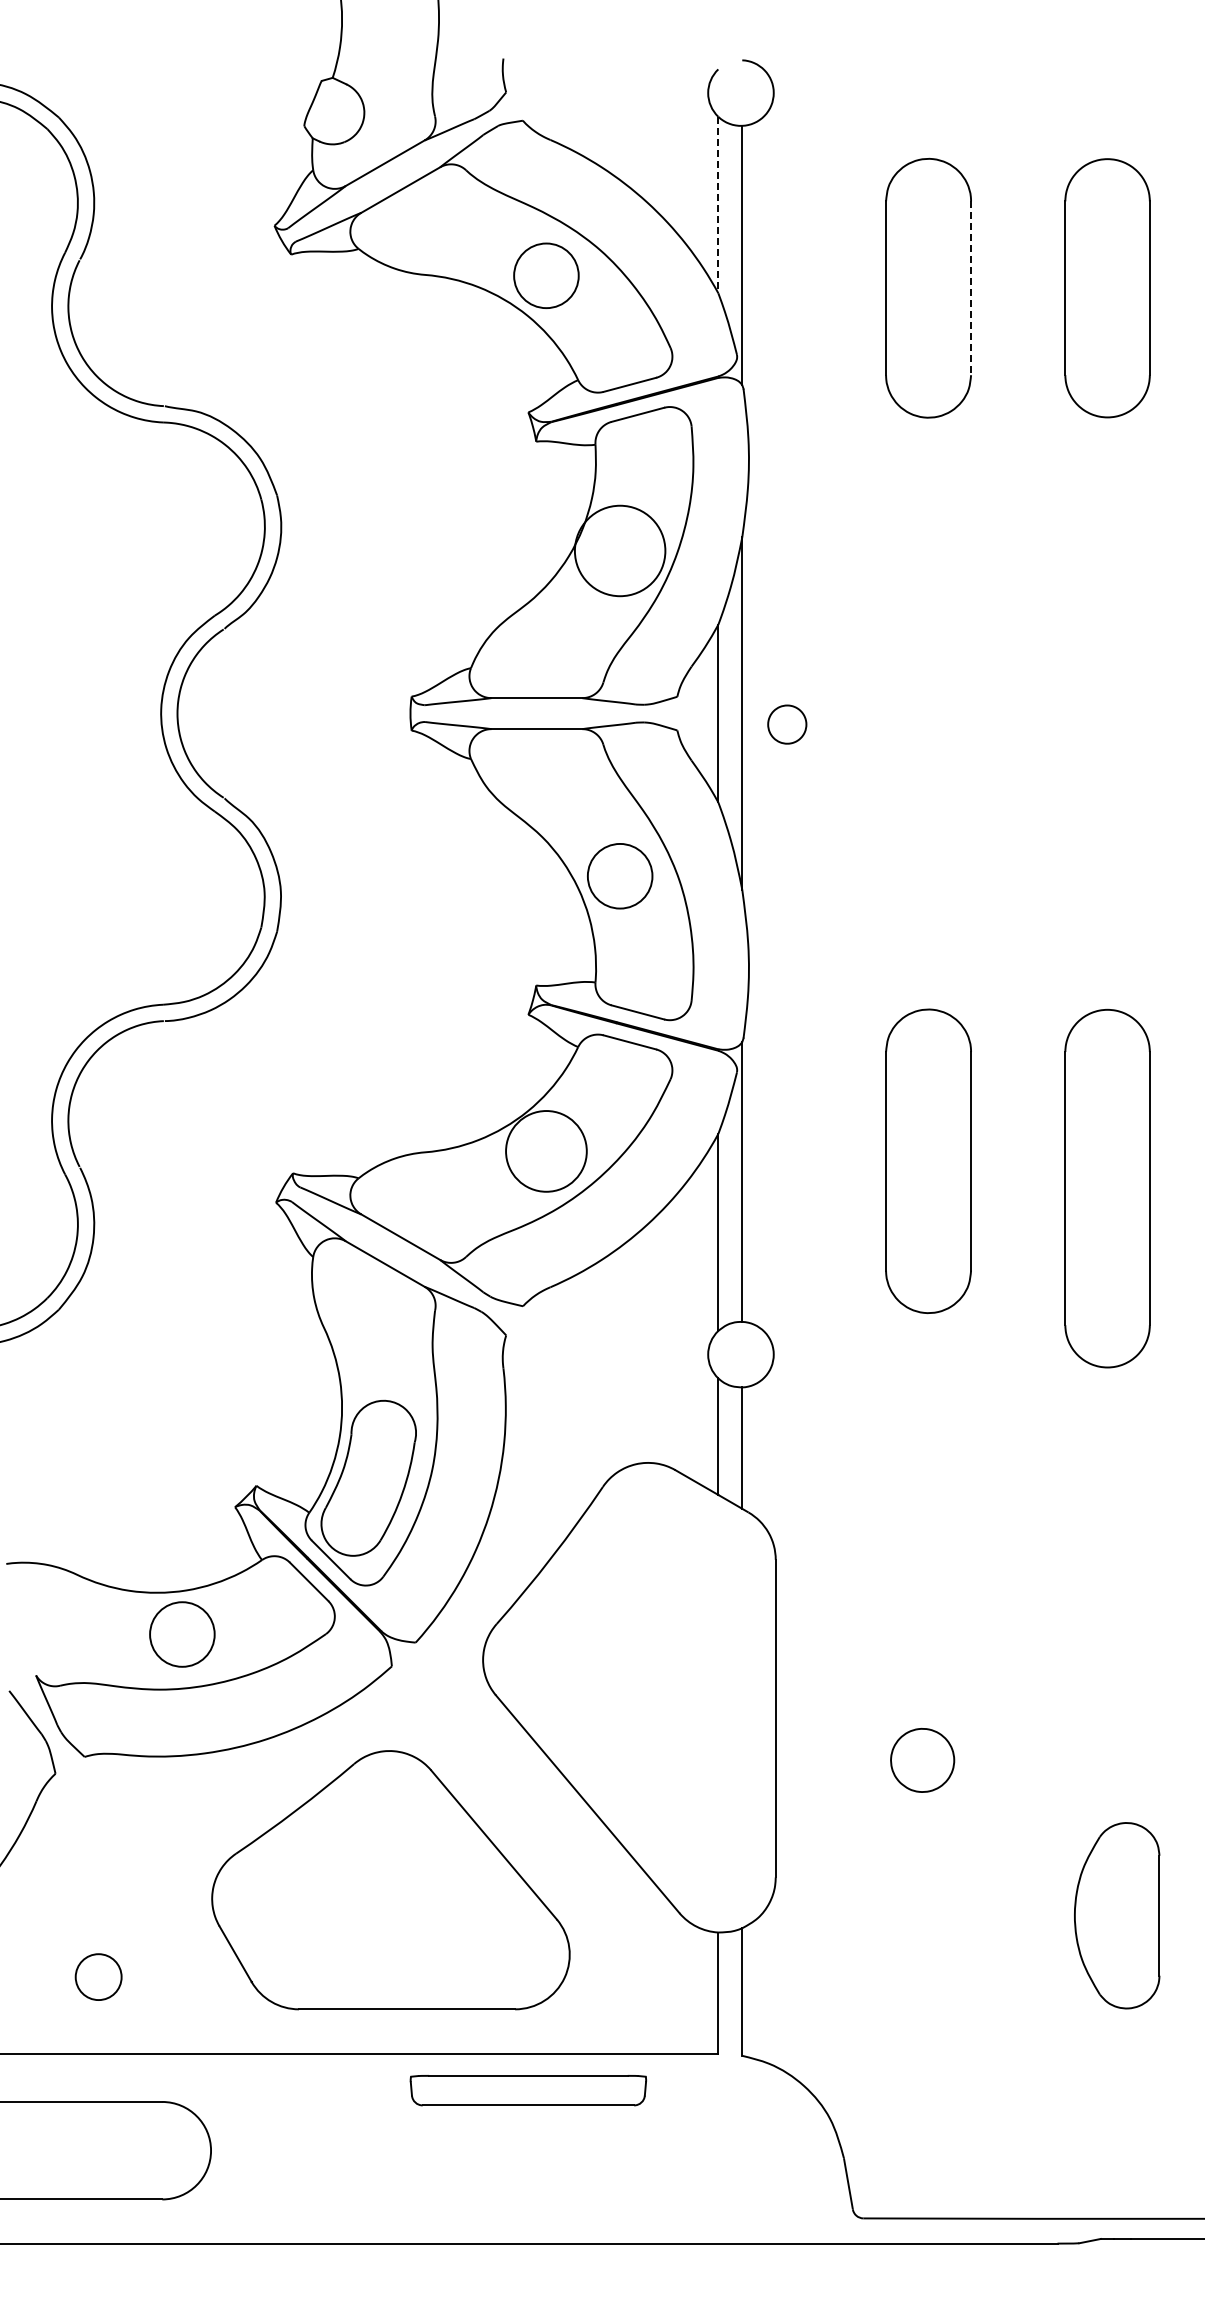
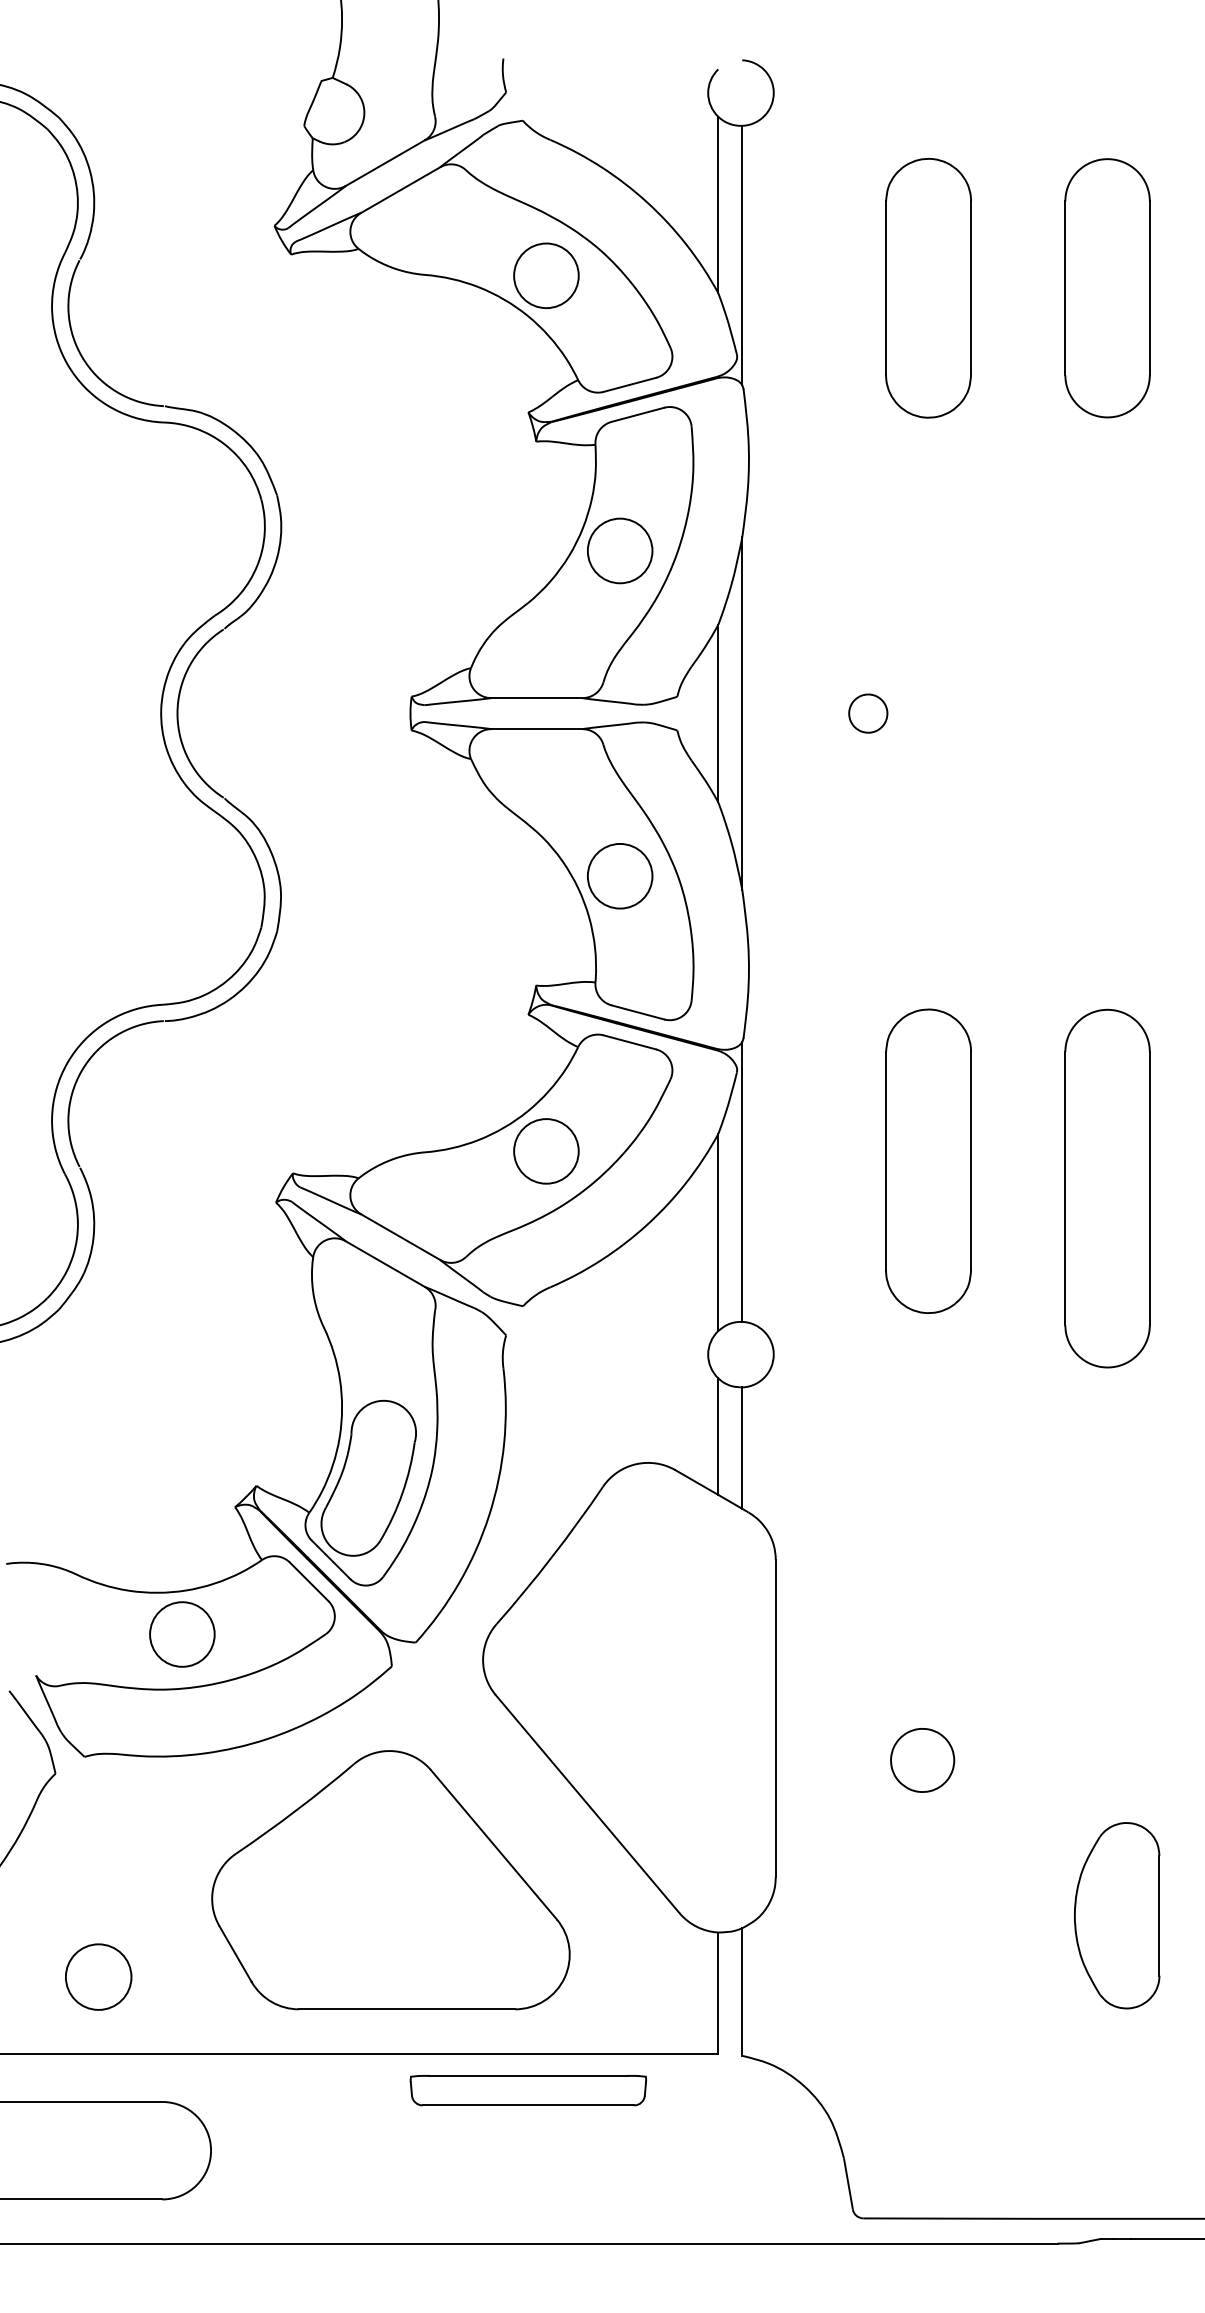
line at (718, 205): dashed -> solid
line at (971, 288): dashed -> solid
circle at (619, 550) diameter: 90 px -> 65 px
part at (787, 724) position: (787, 724) -> (868, 713)
circle at (546, 1151) diameter: 81 px -> 65 px
circle at (98, 1977) diameter: 46 px -> 66 px
